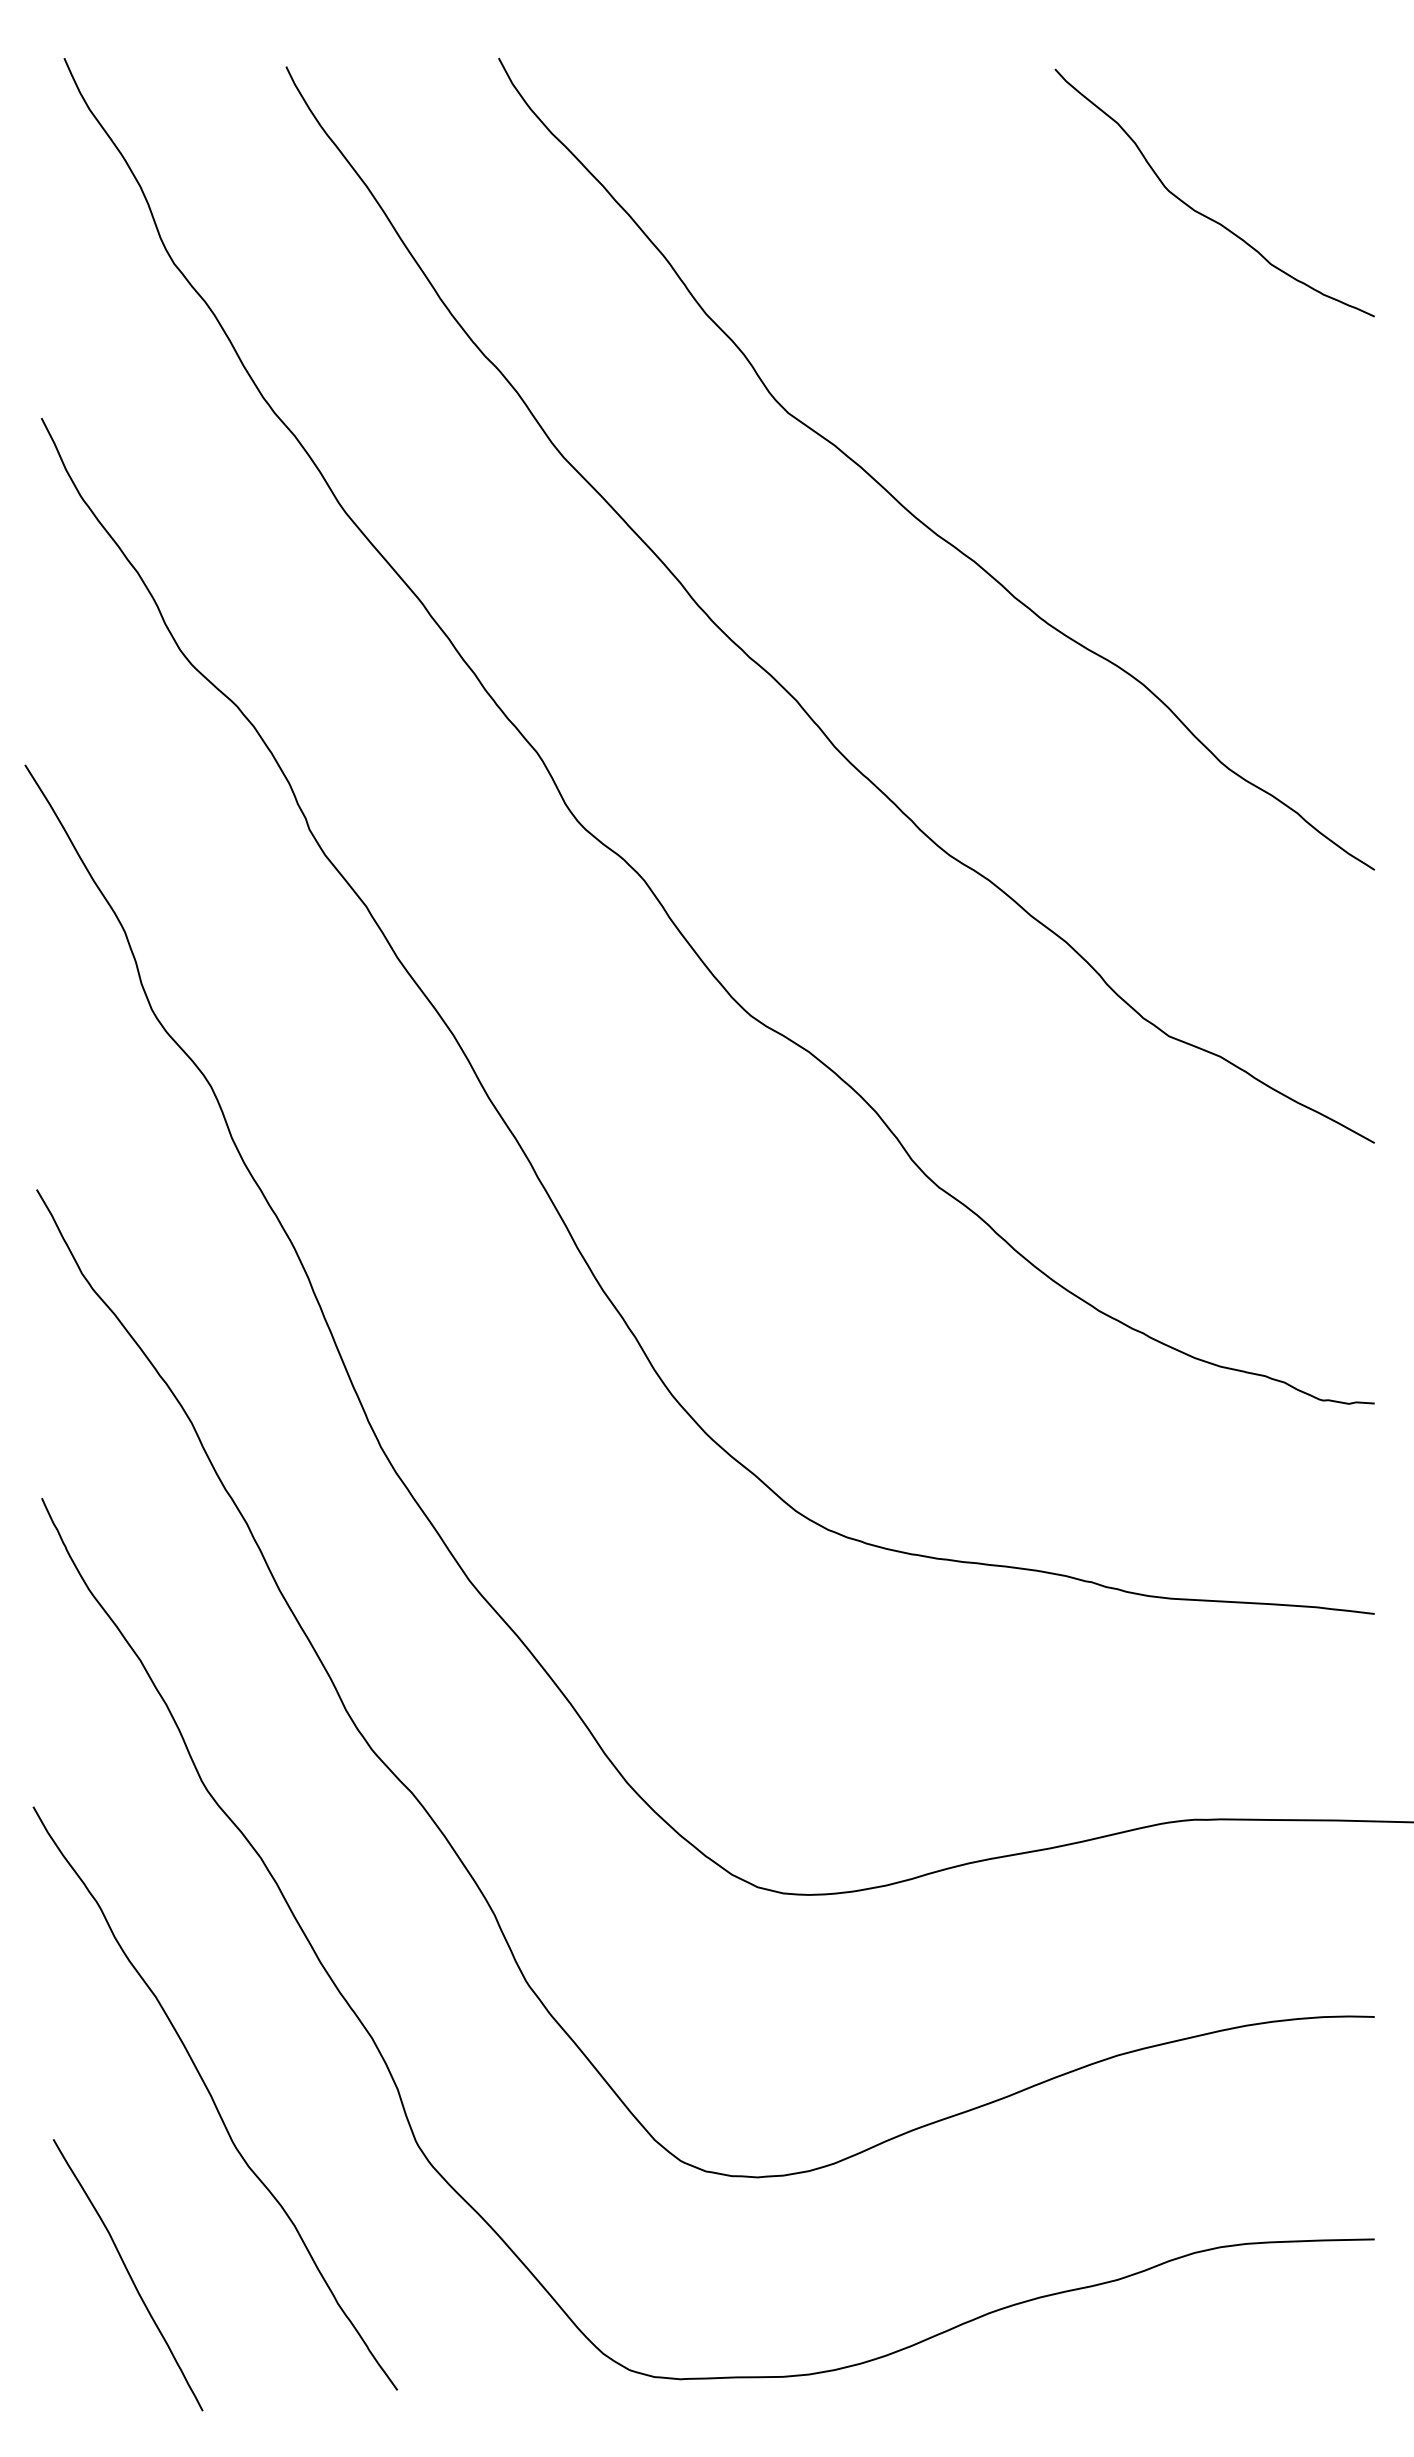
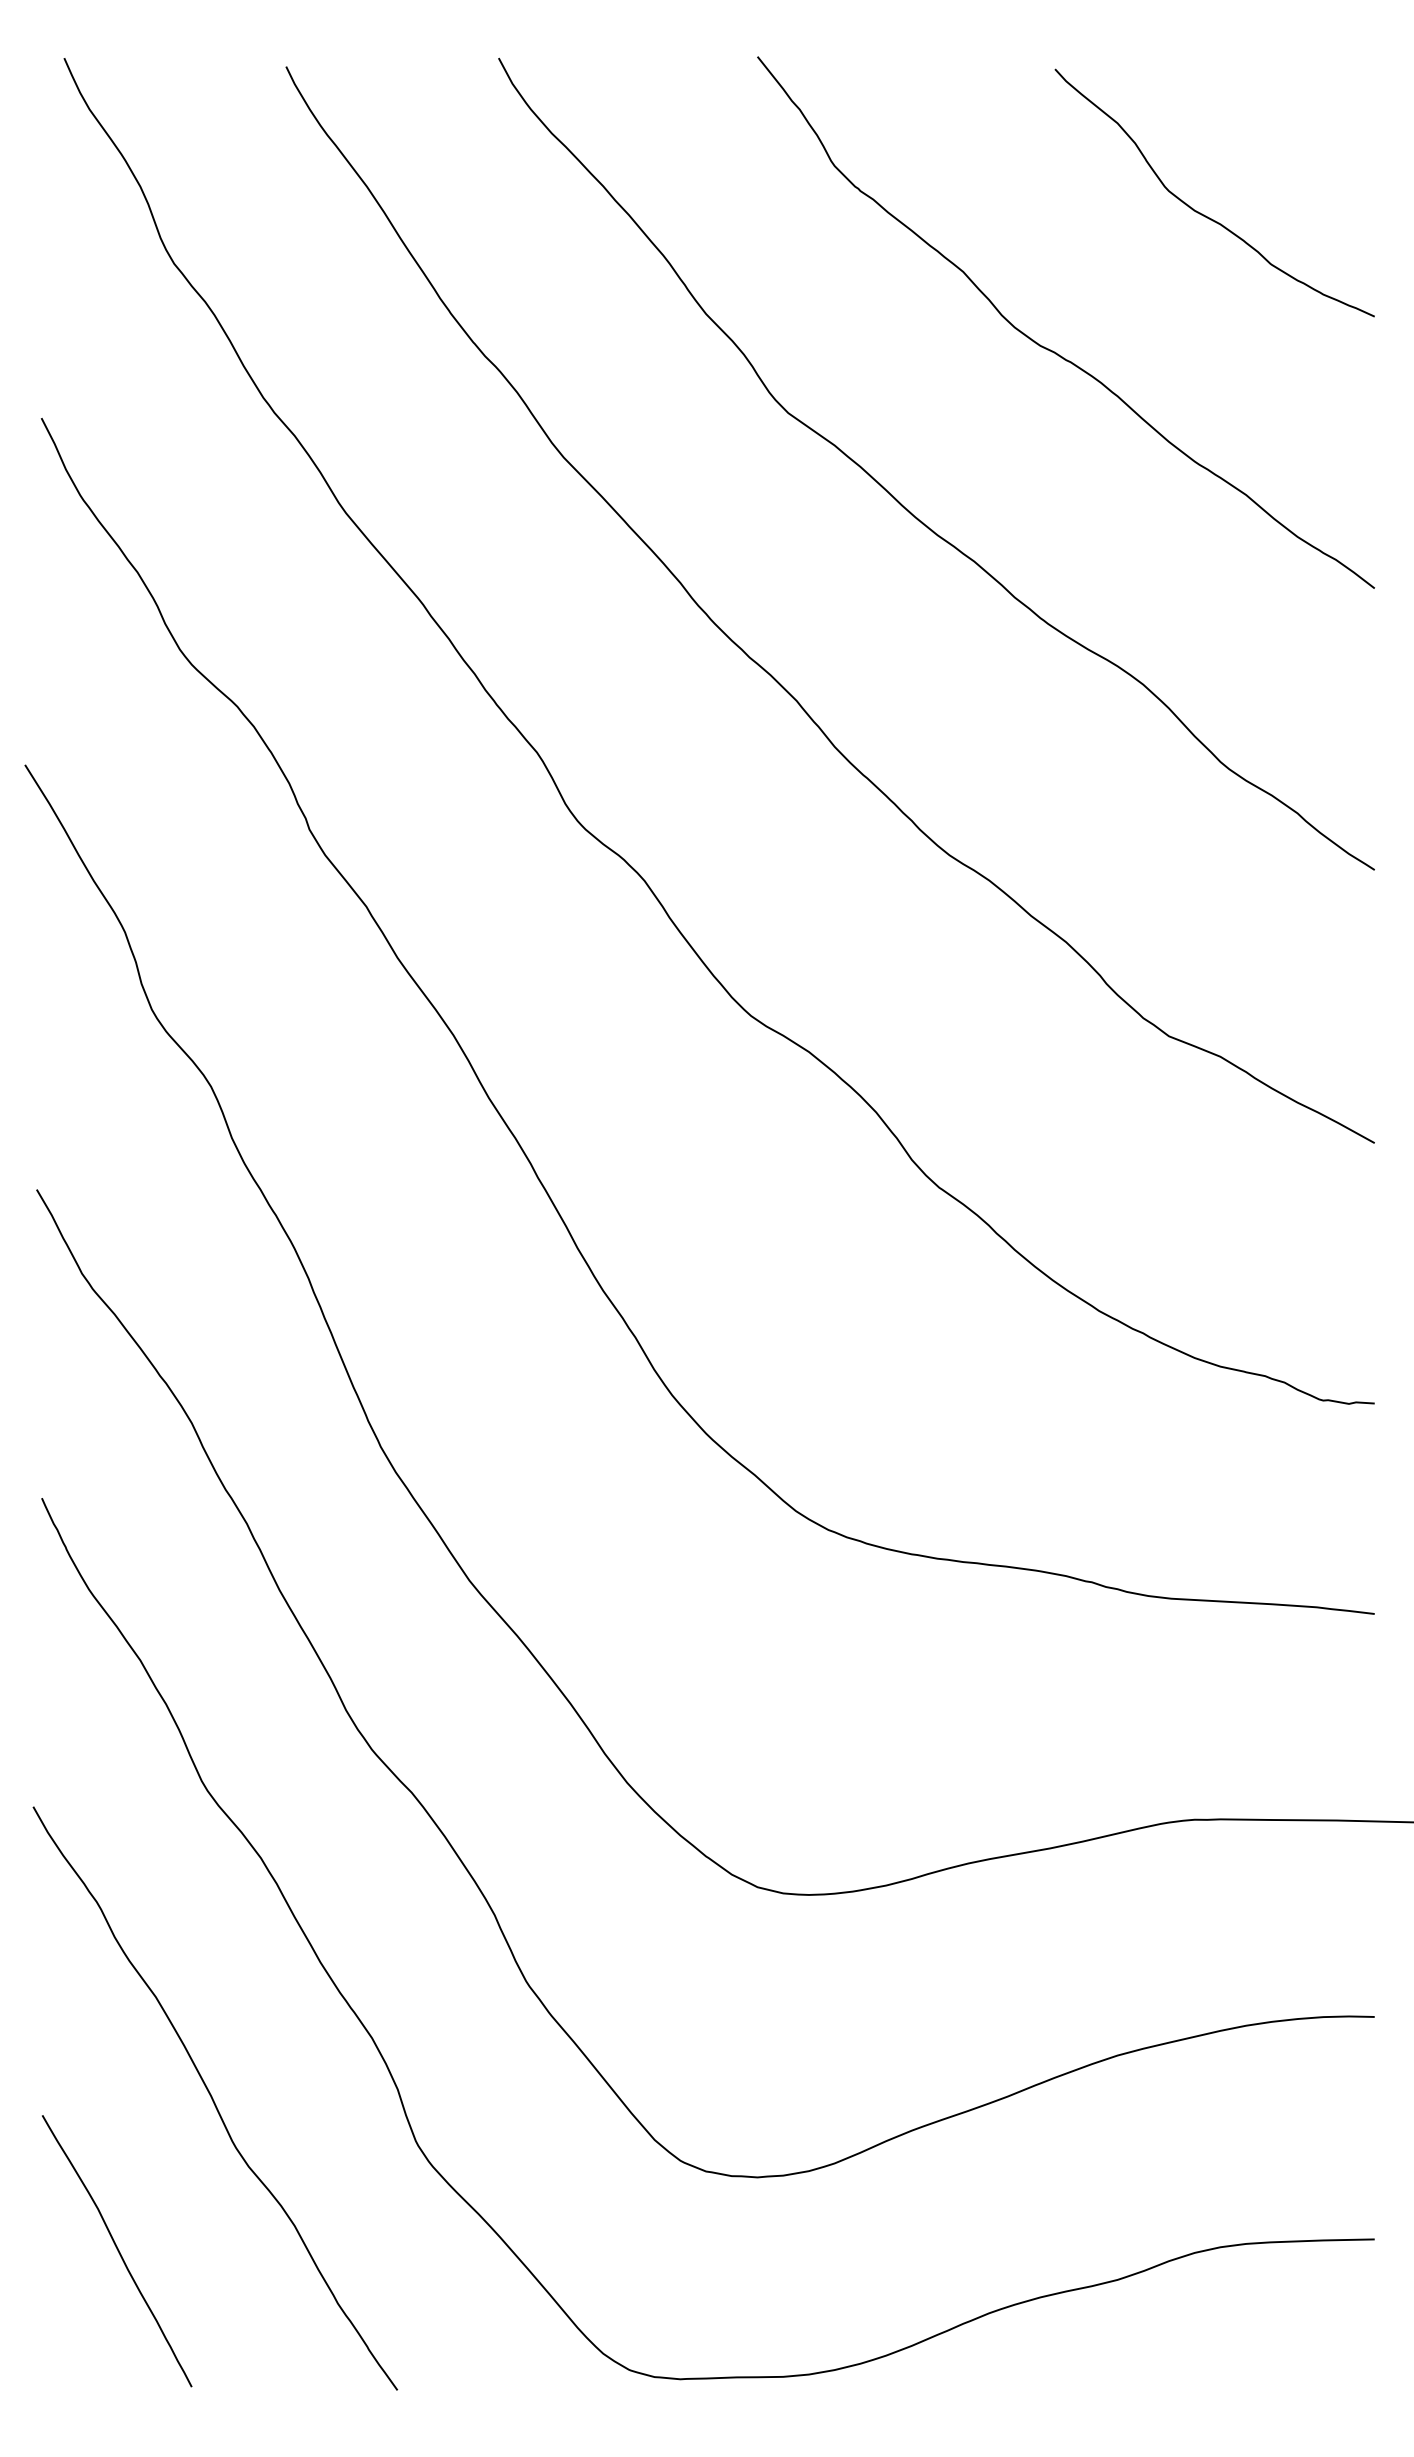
curve at (1052, 350): none -> present
curve at (128, 2275) position: (128, 2275) -> (117, 2251)
